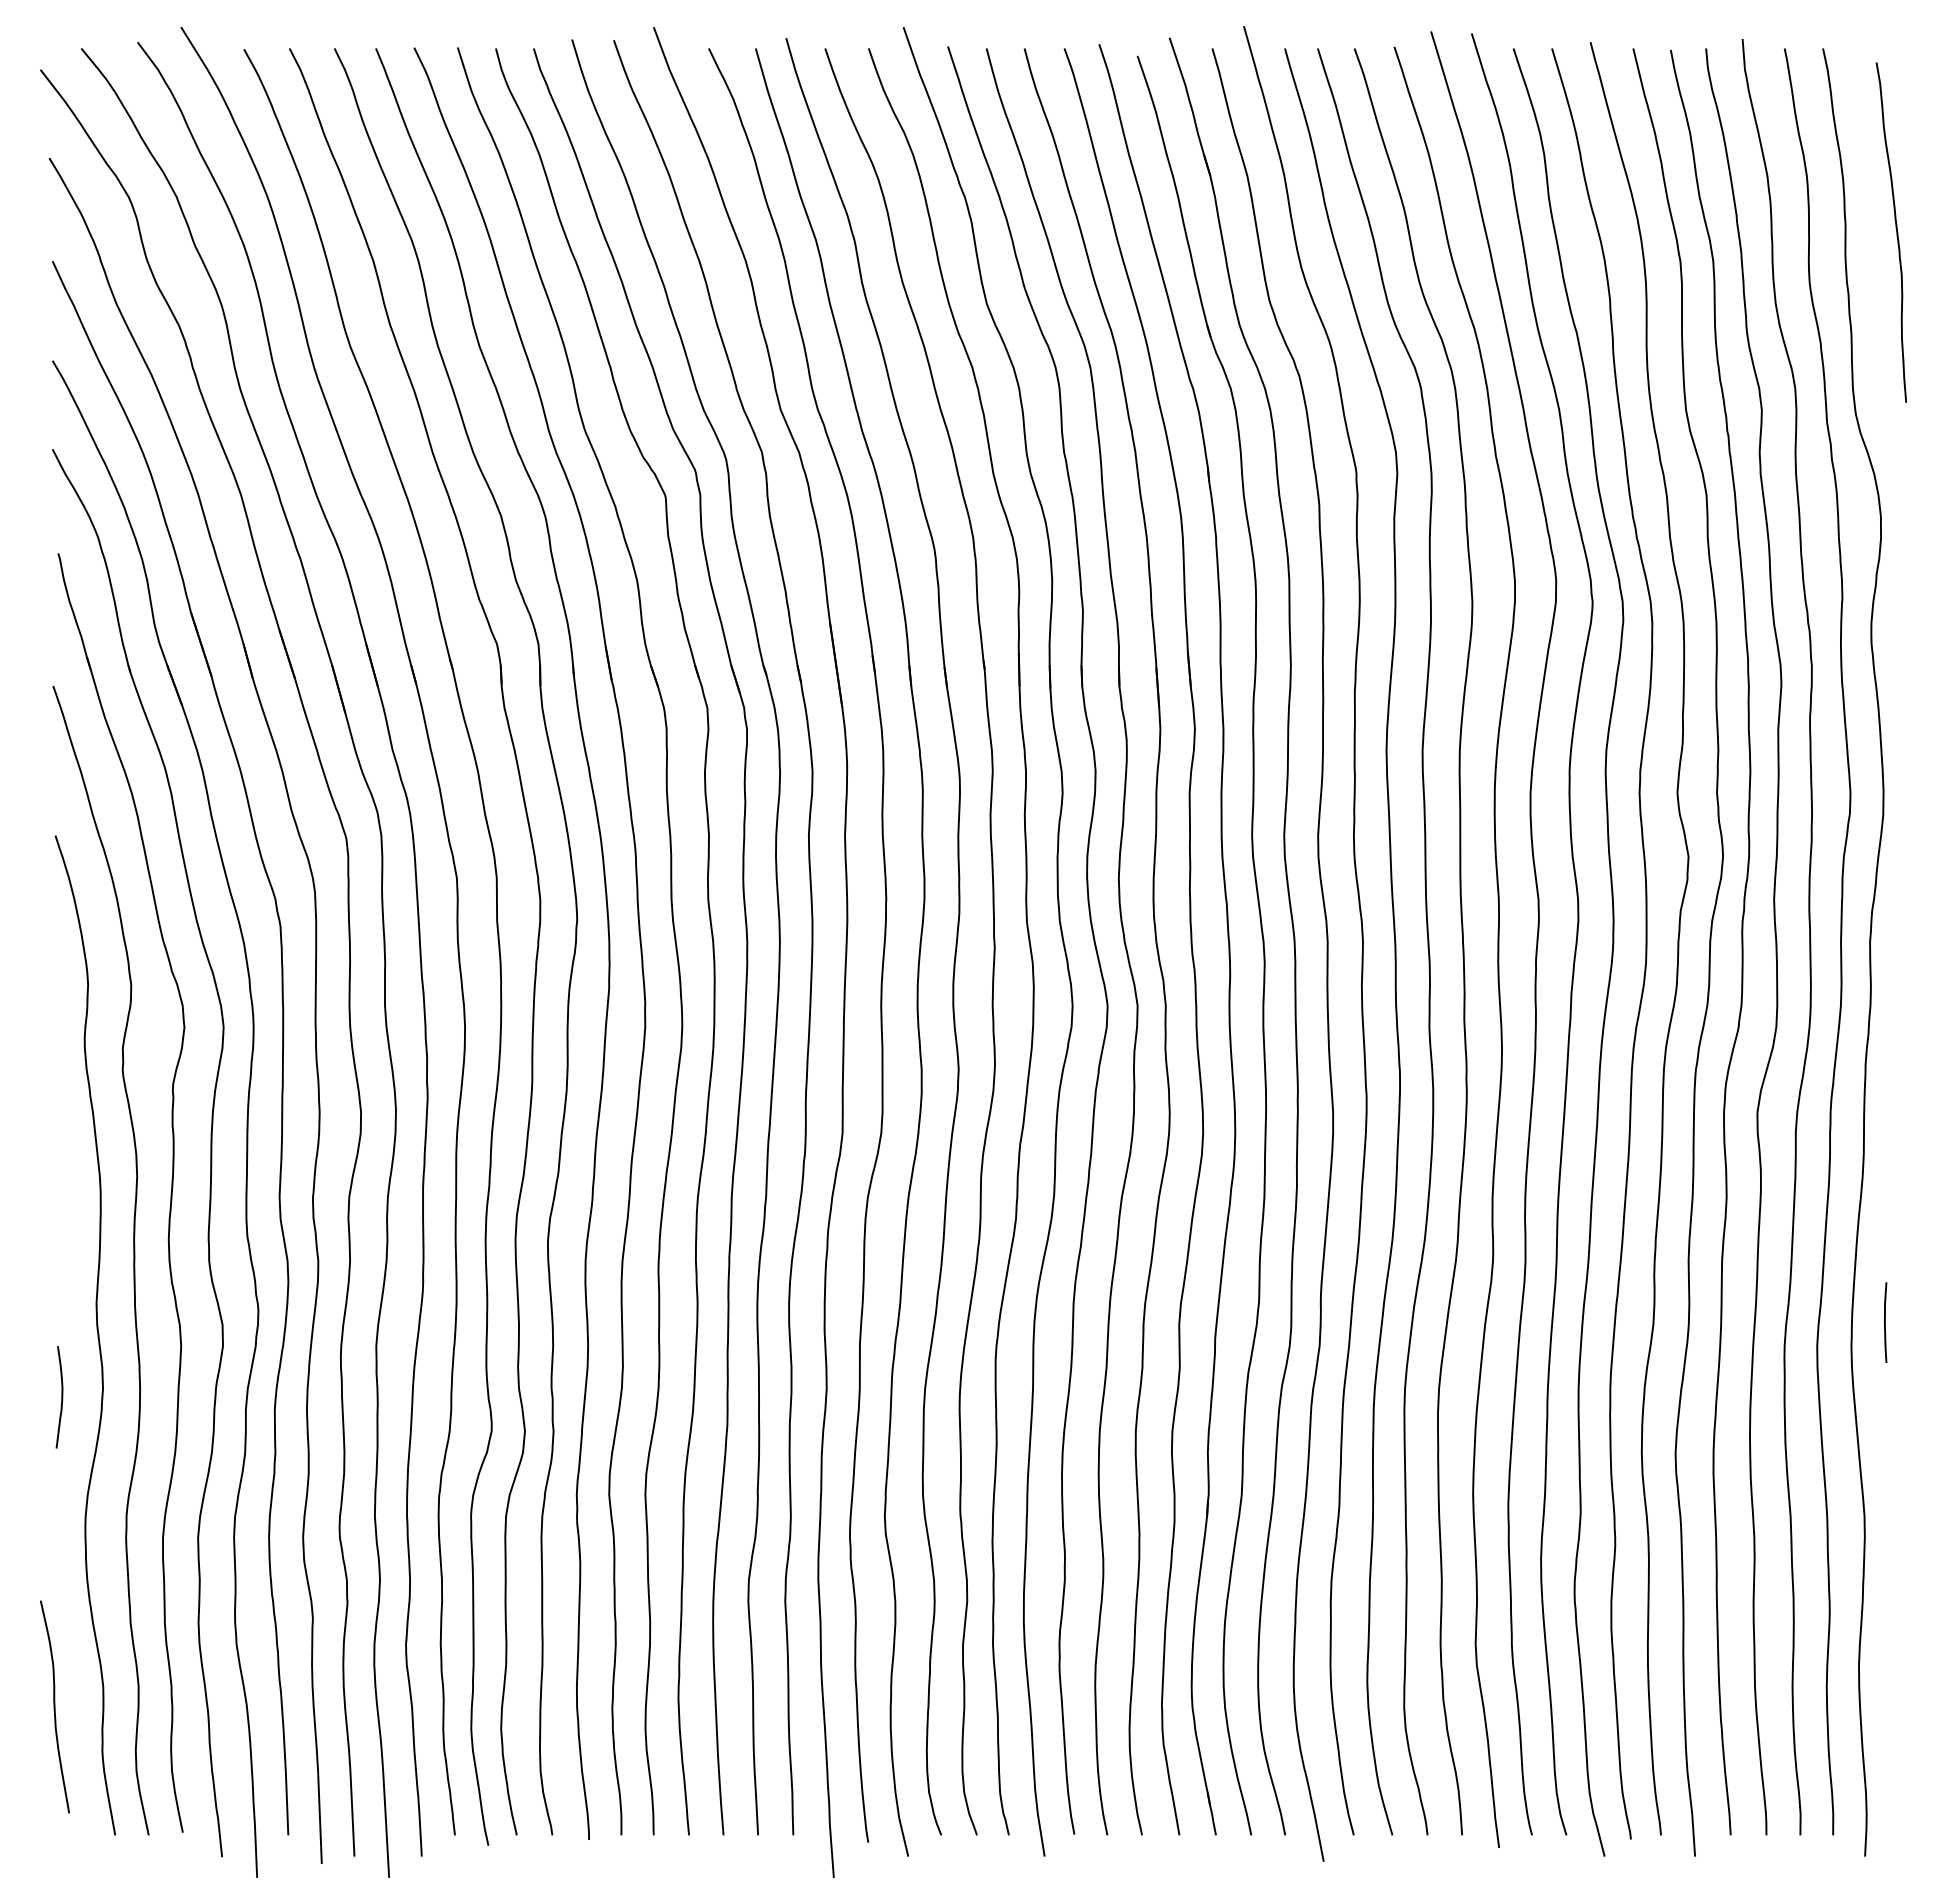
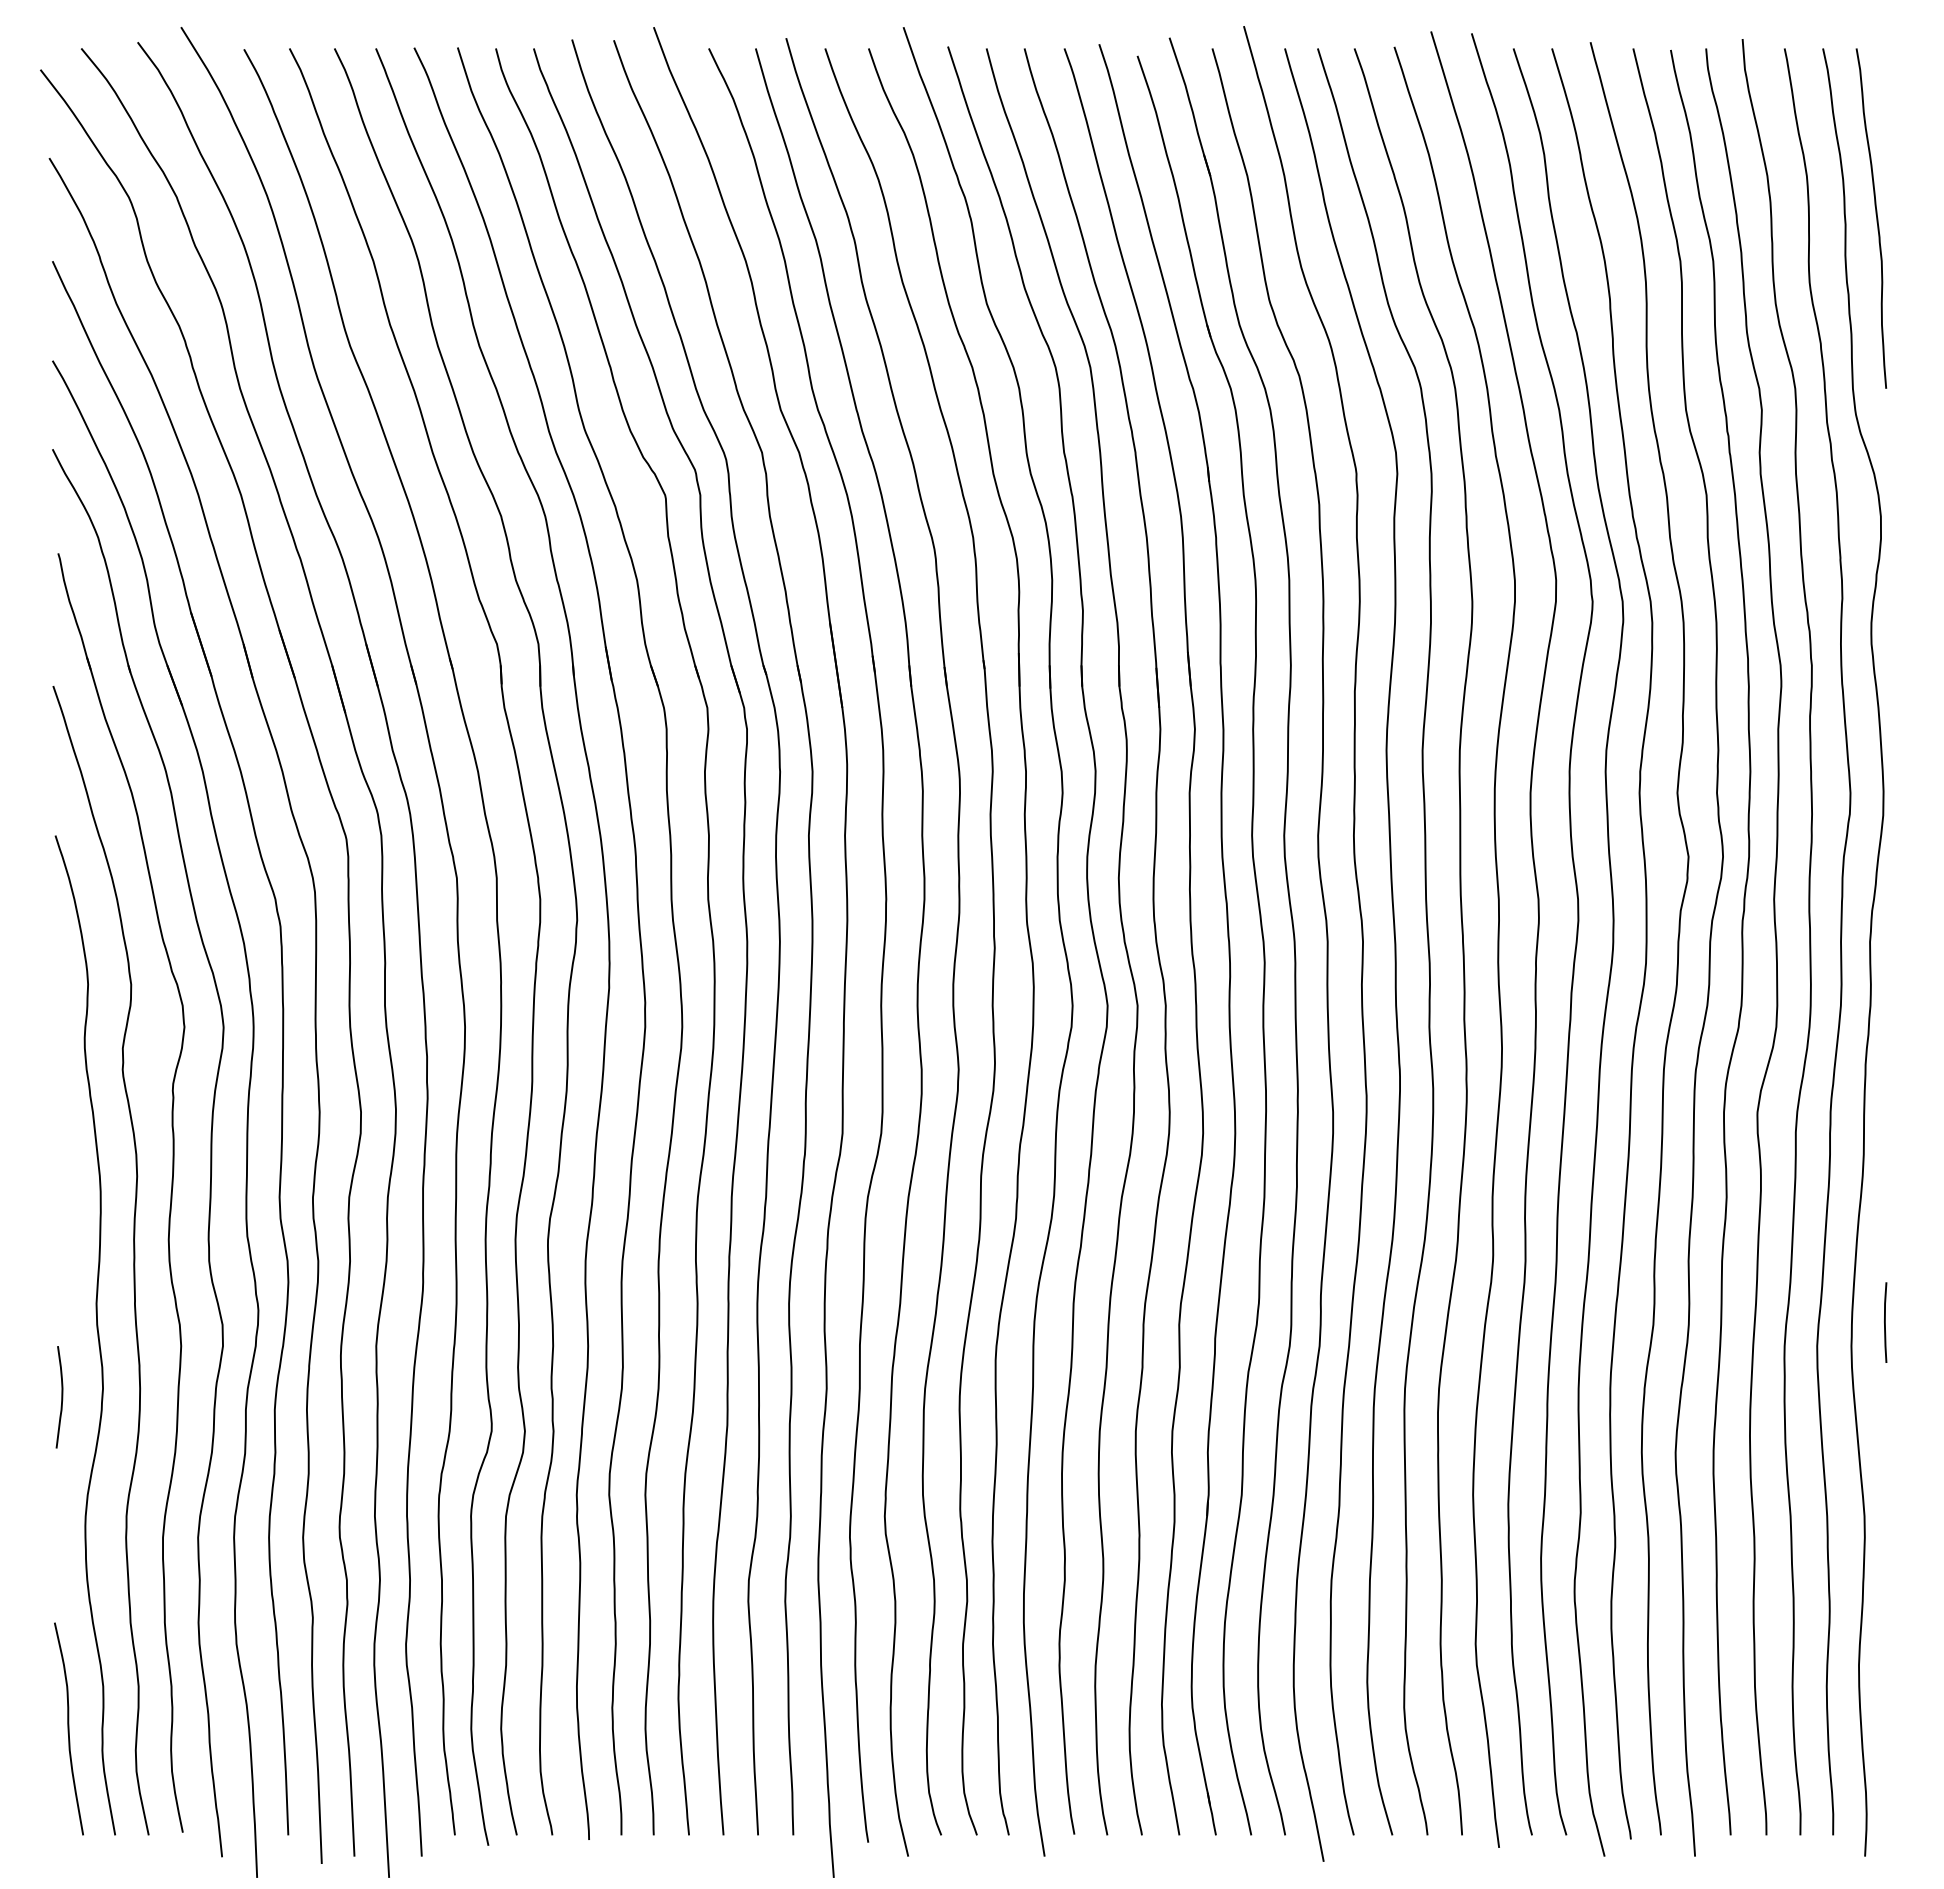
curve at (1896, 232) position: (1896, 232) -> (1876, 218)
curve at (54, 1706) position: (54, 1706) -> (68, 1728)
